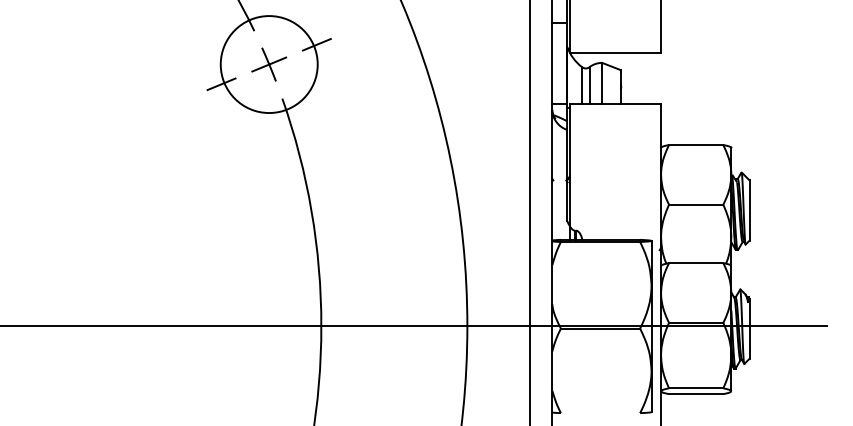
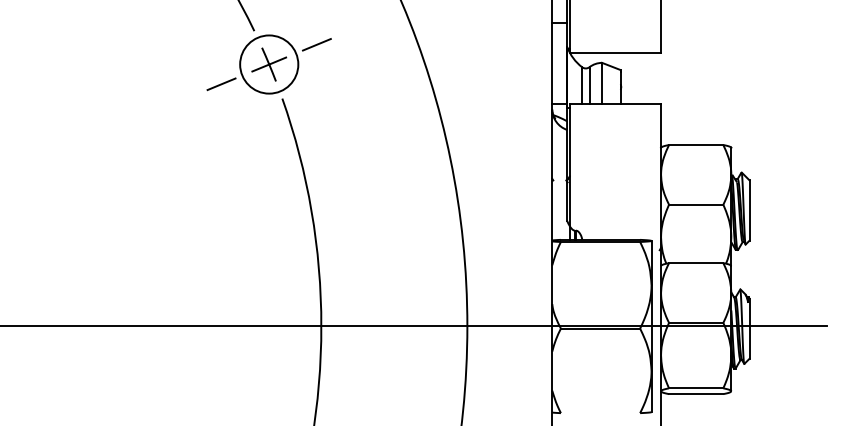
circle at (268, 64) diameter: 97 px -> 58 px
line at (530, 212): present -> none
